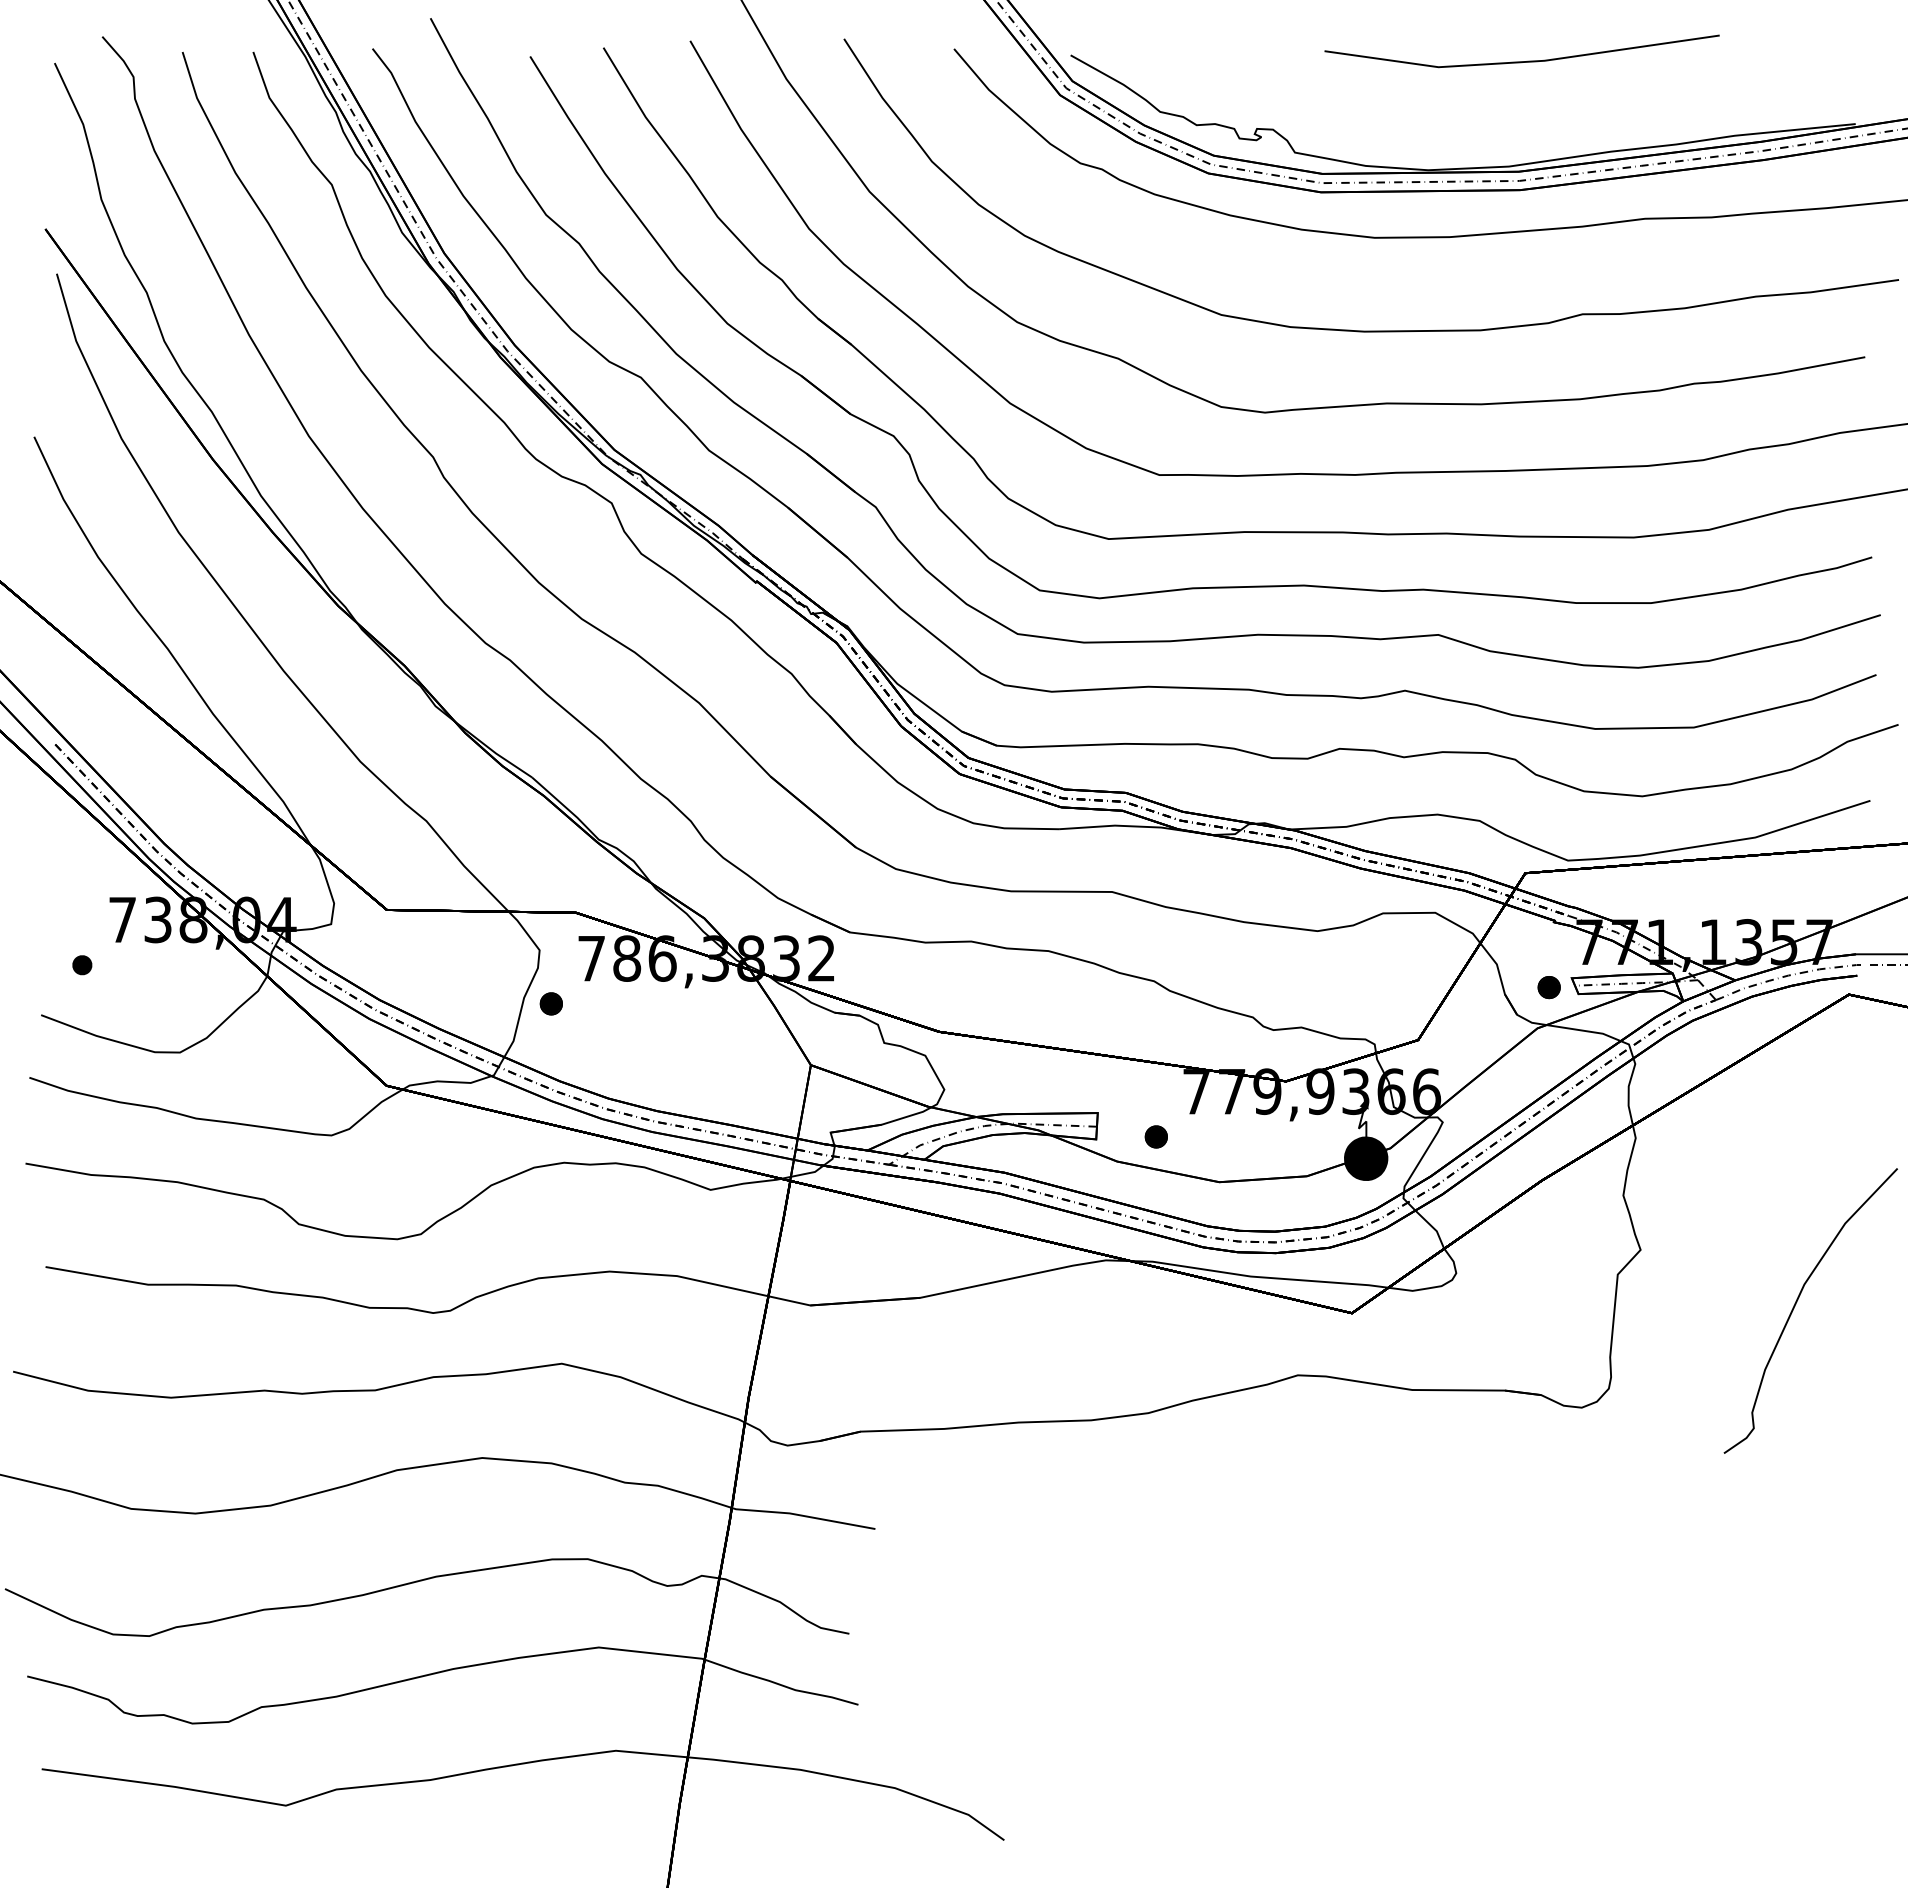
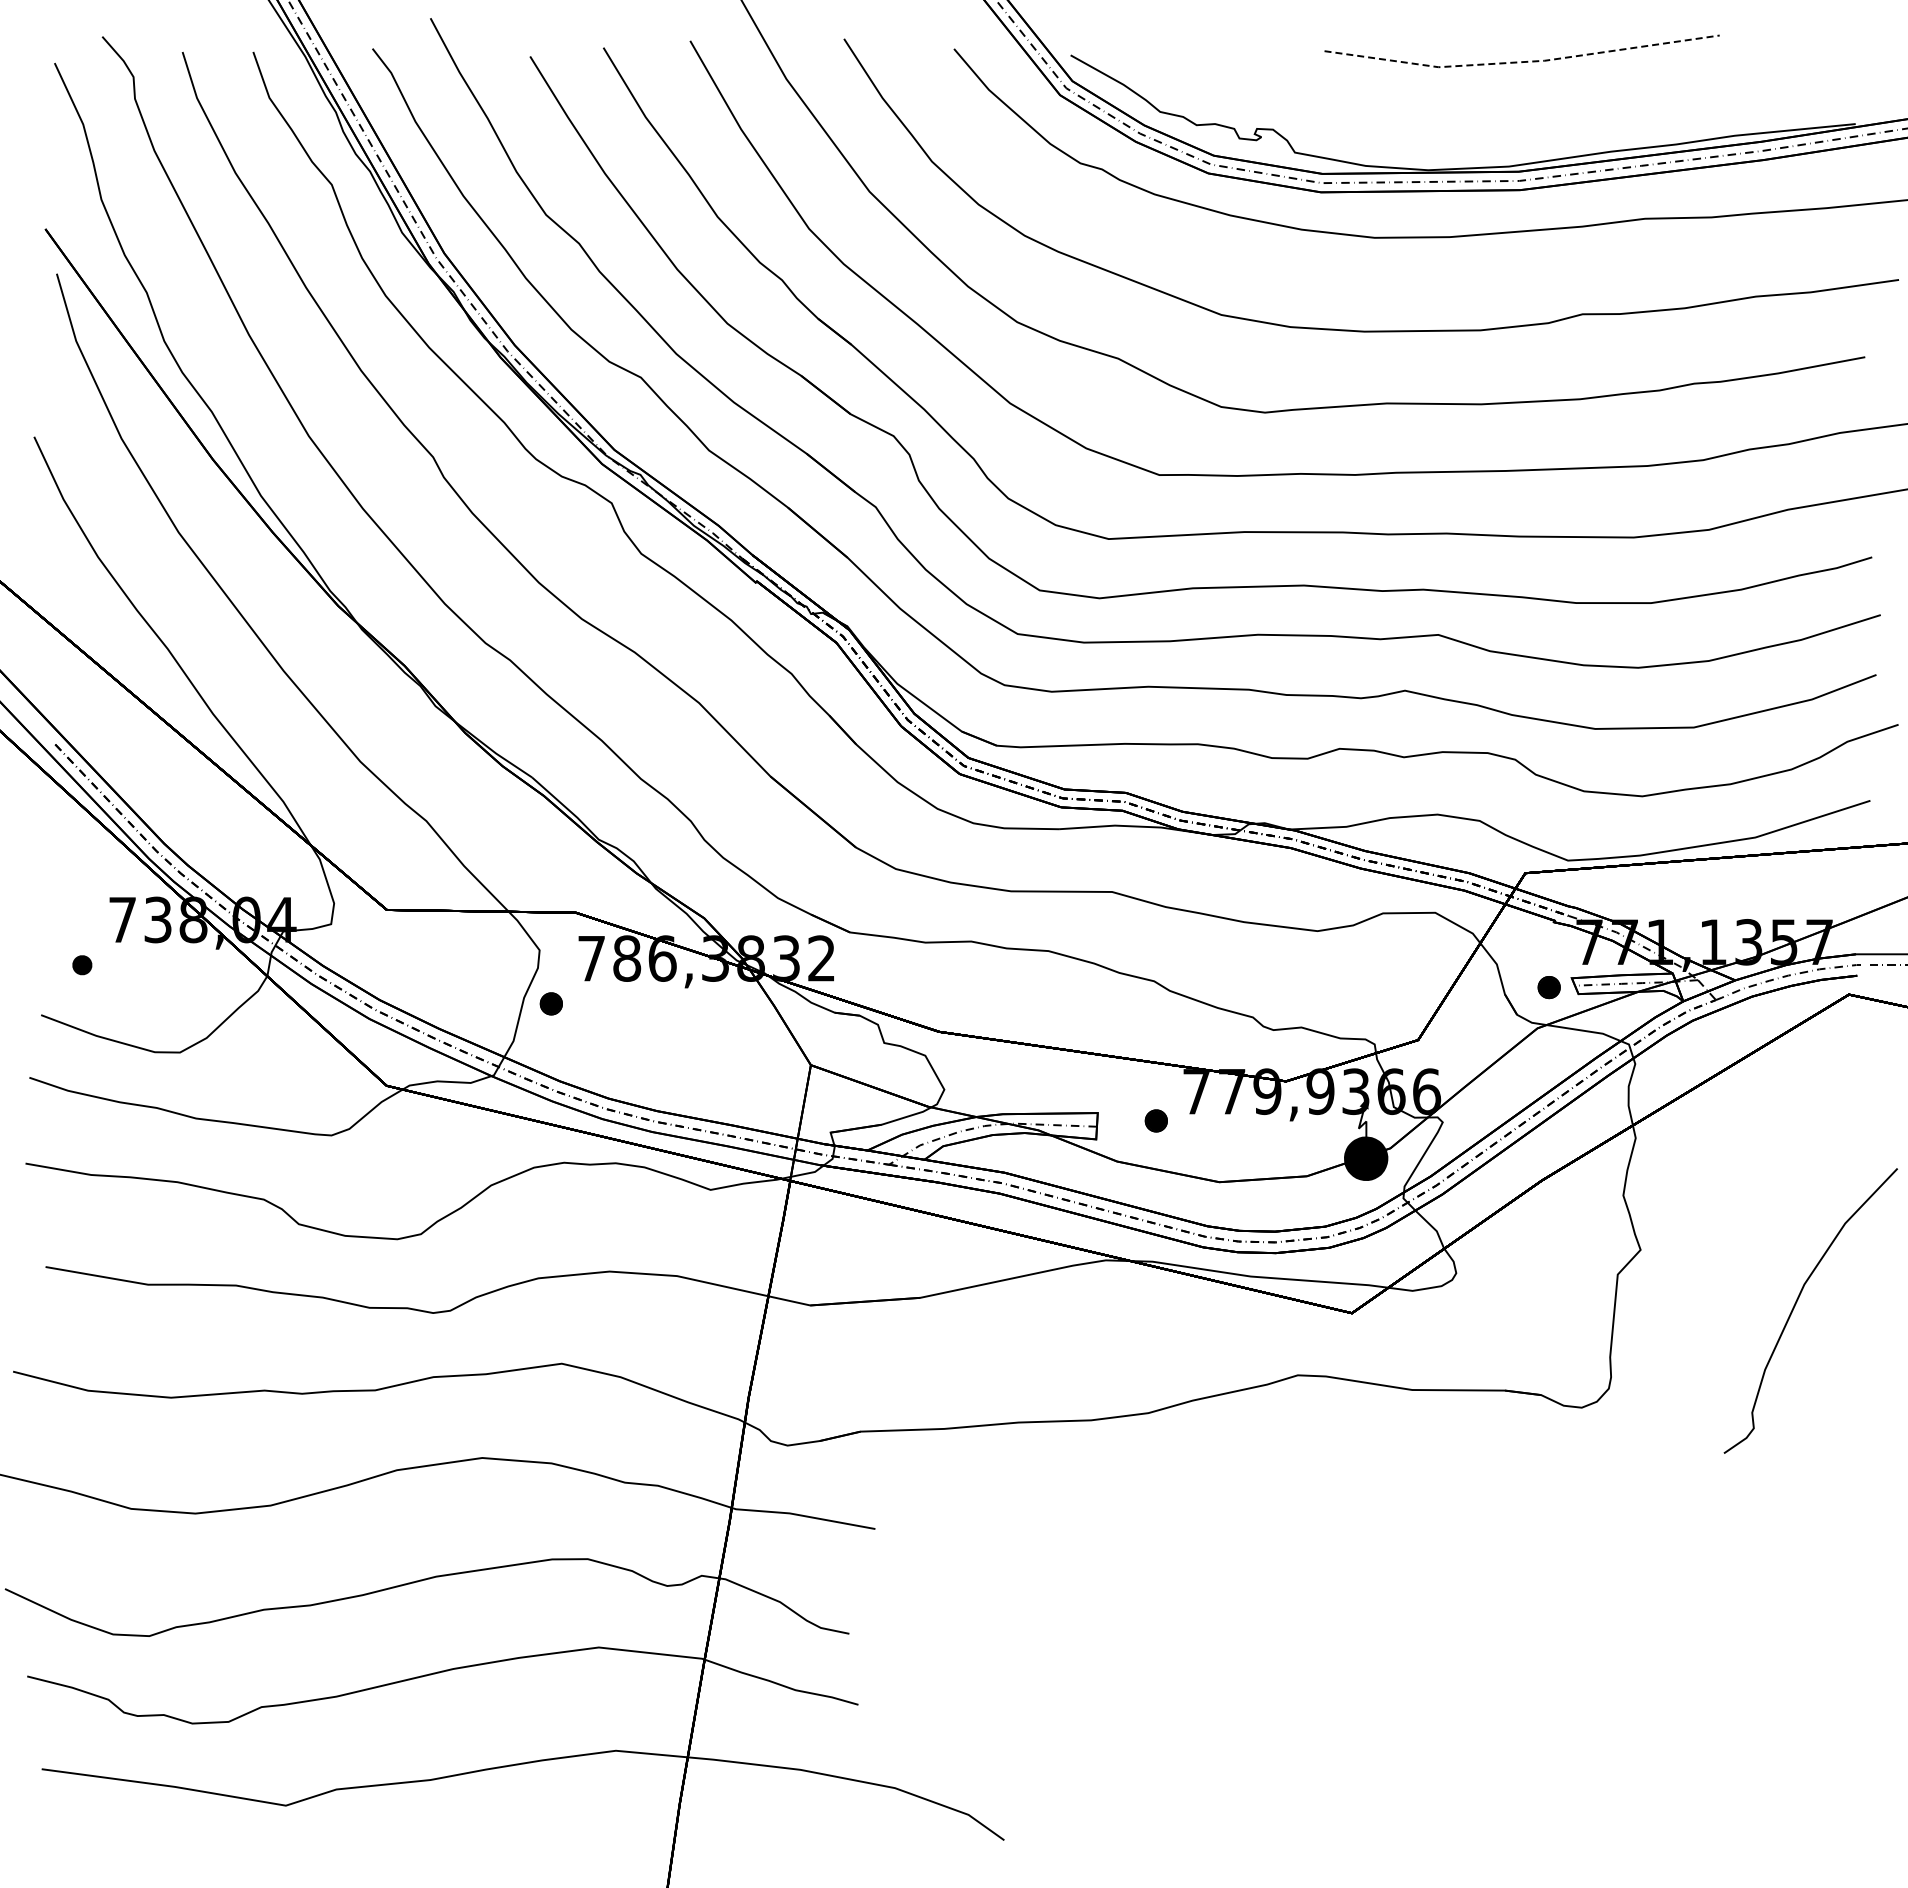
line at (1521, 62): solid -> dashed
part at (1155, 1136) position: (1155, 1136) -> (1155, 1120)
